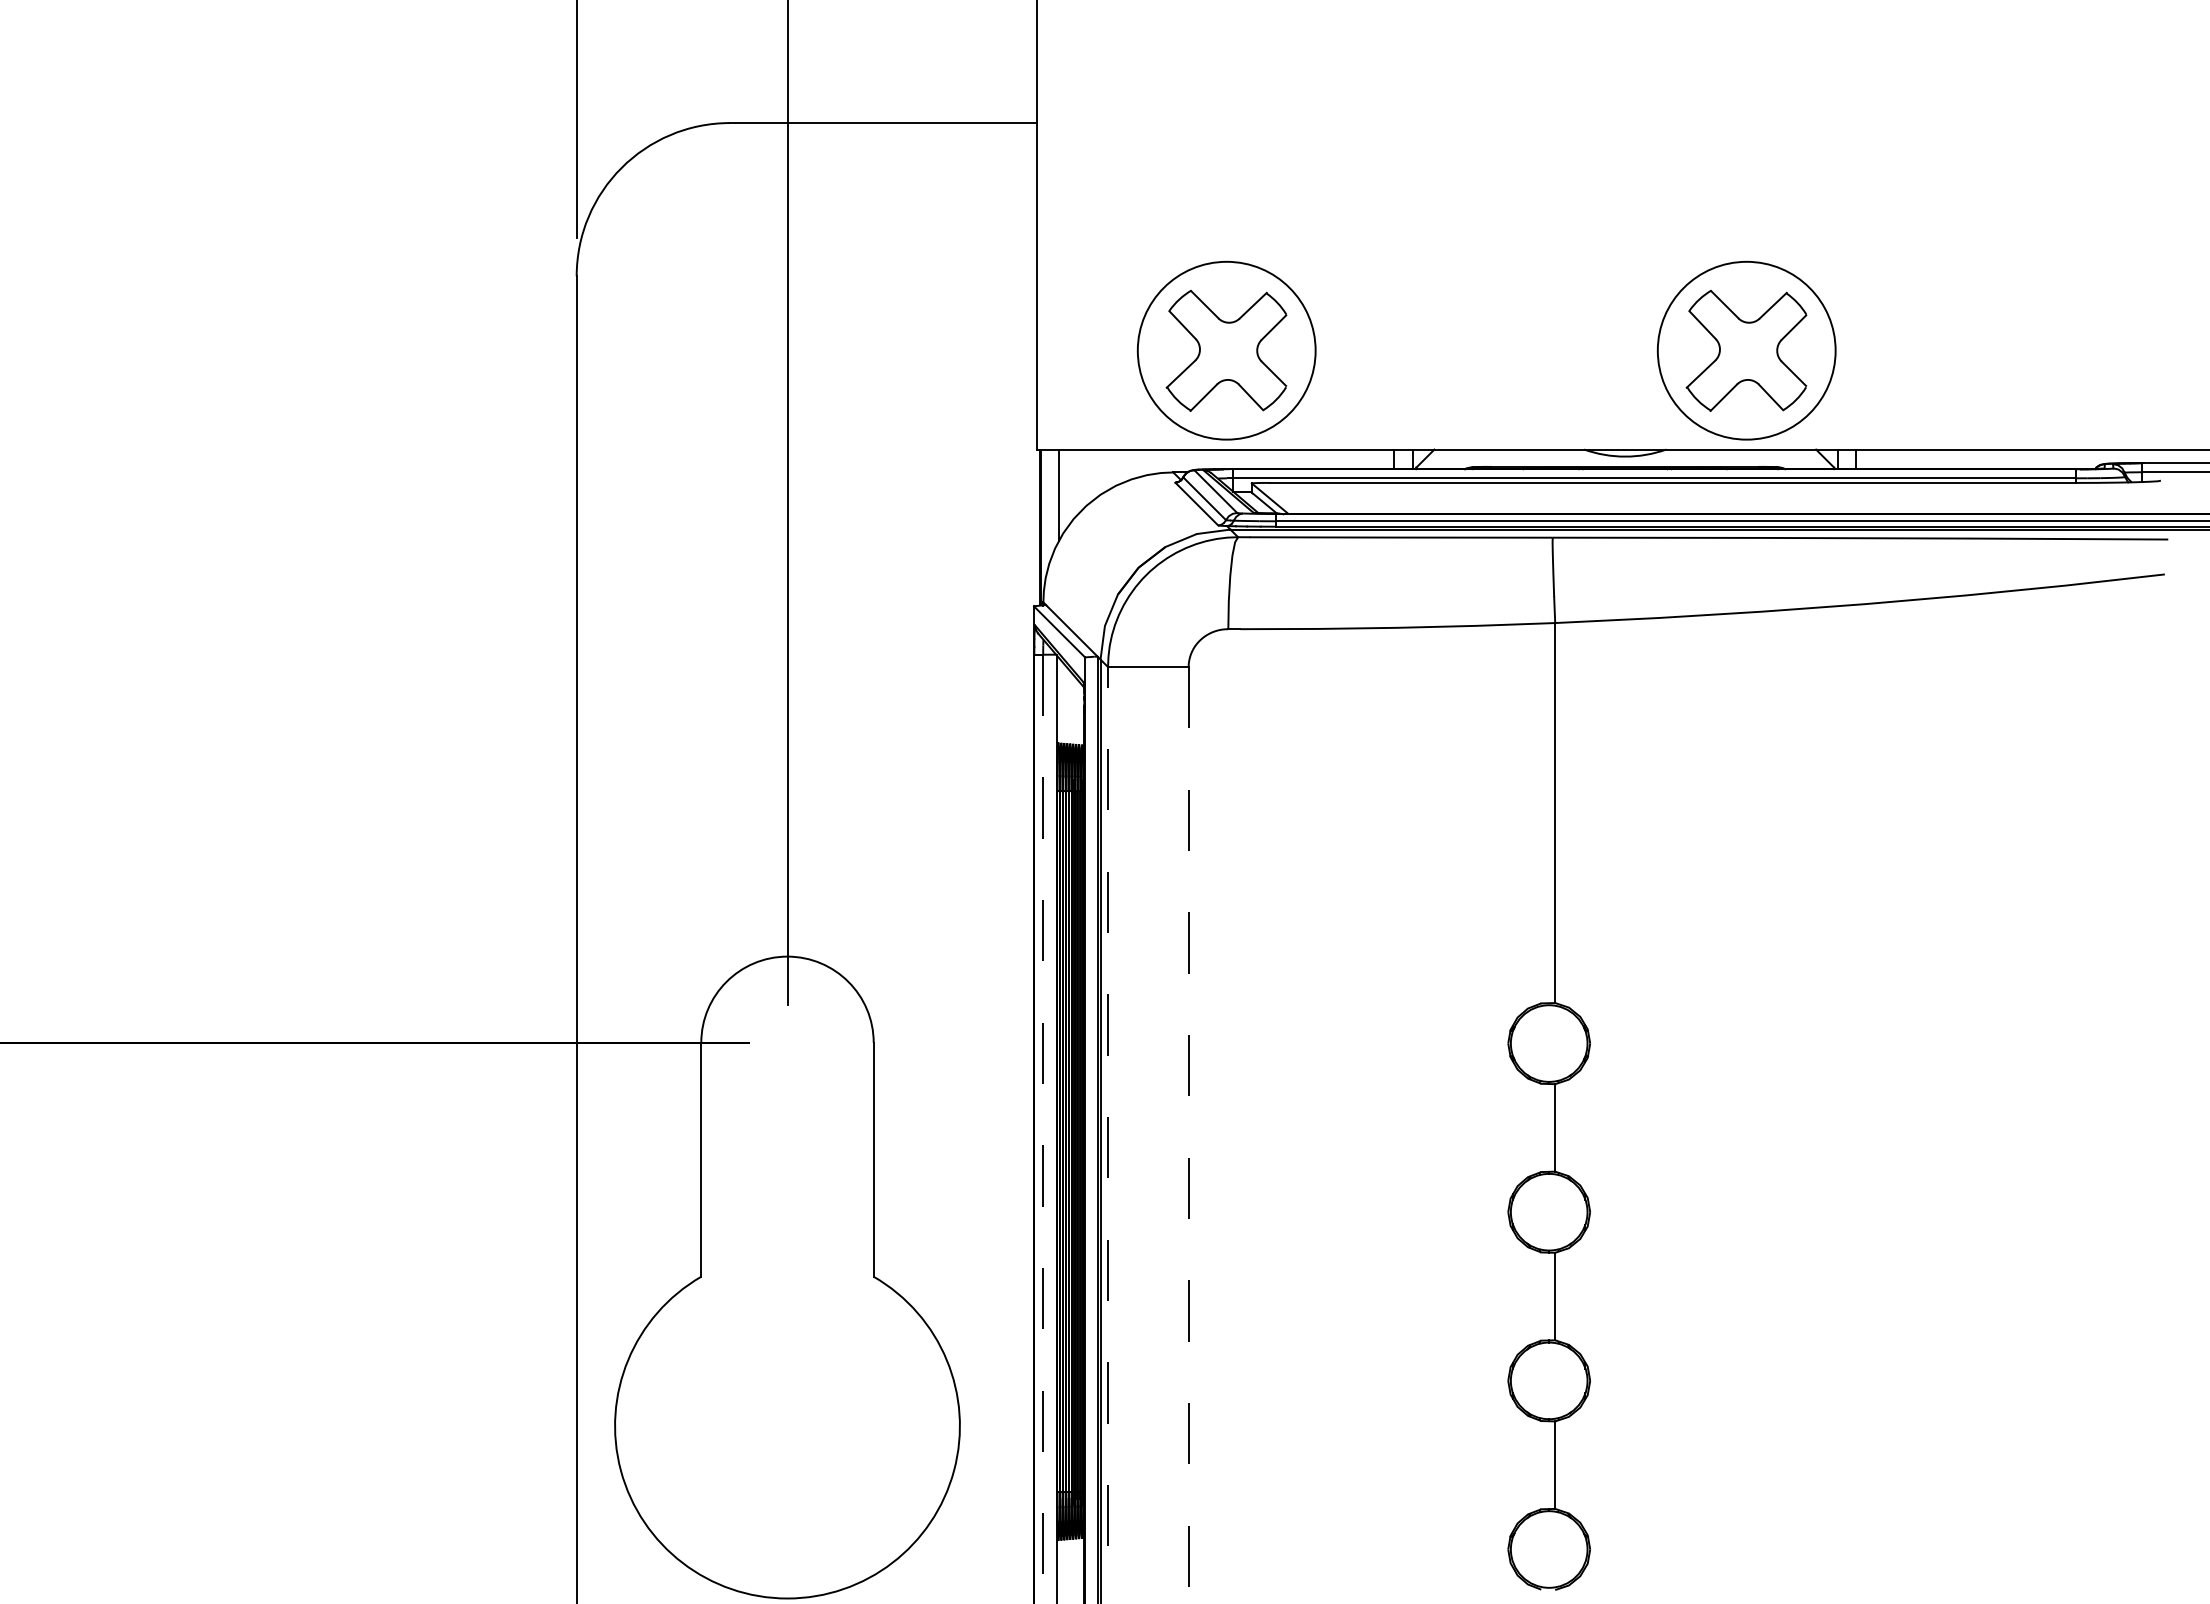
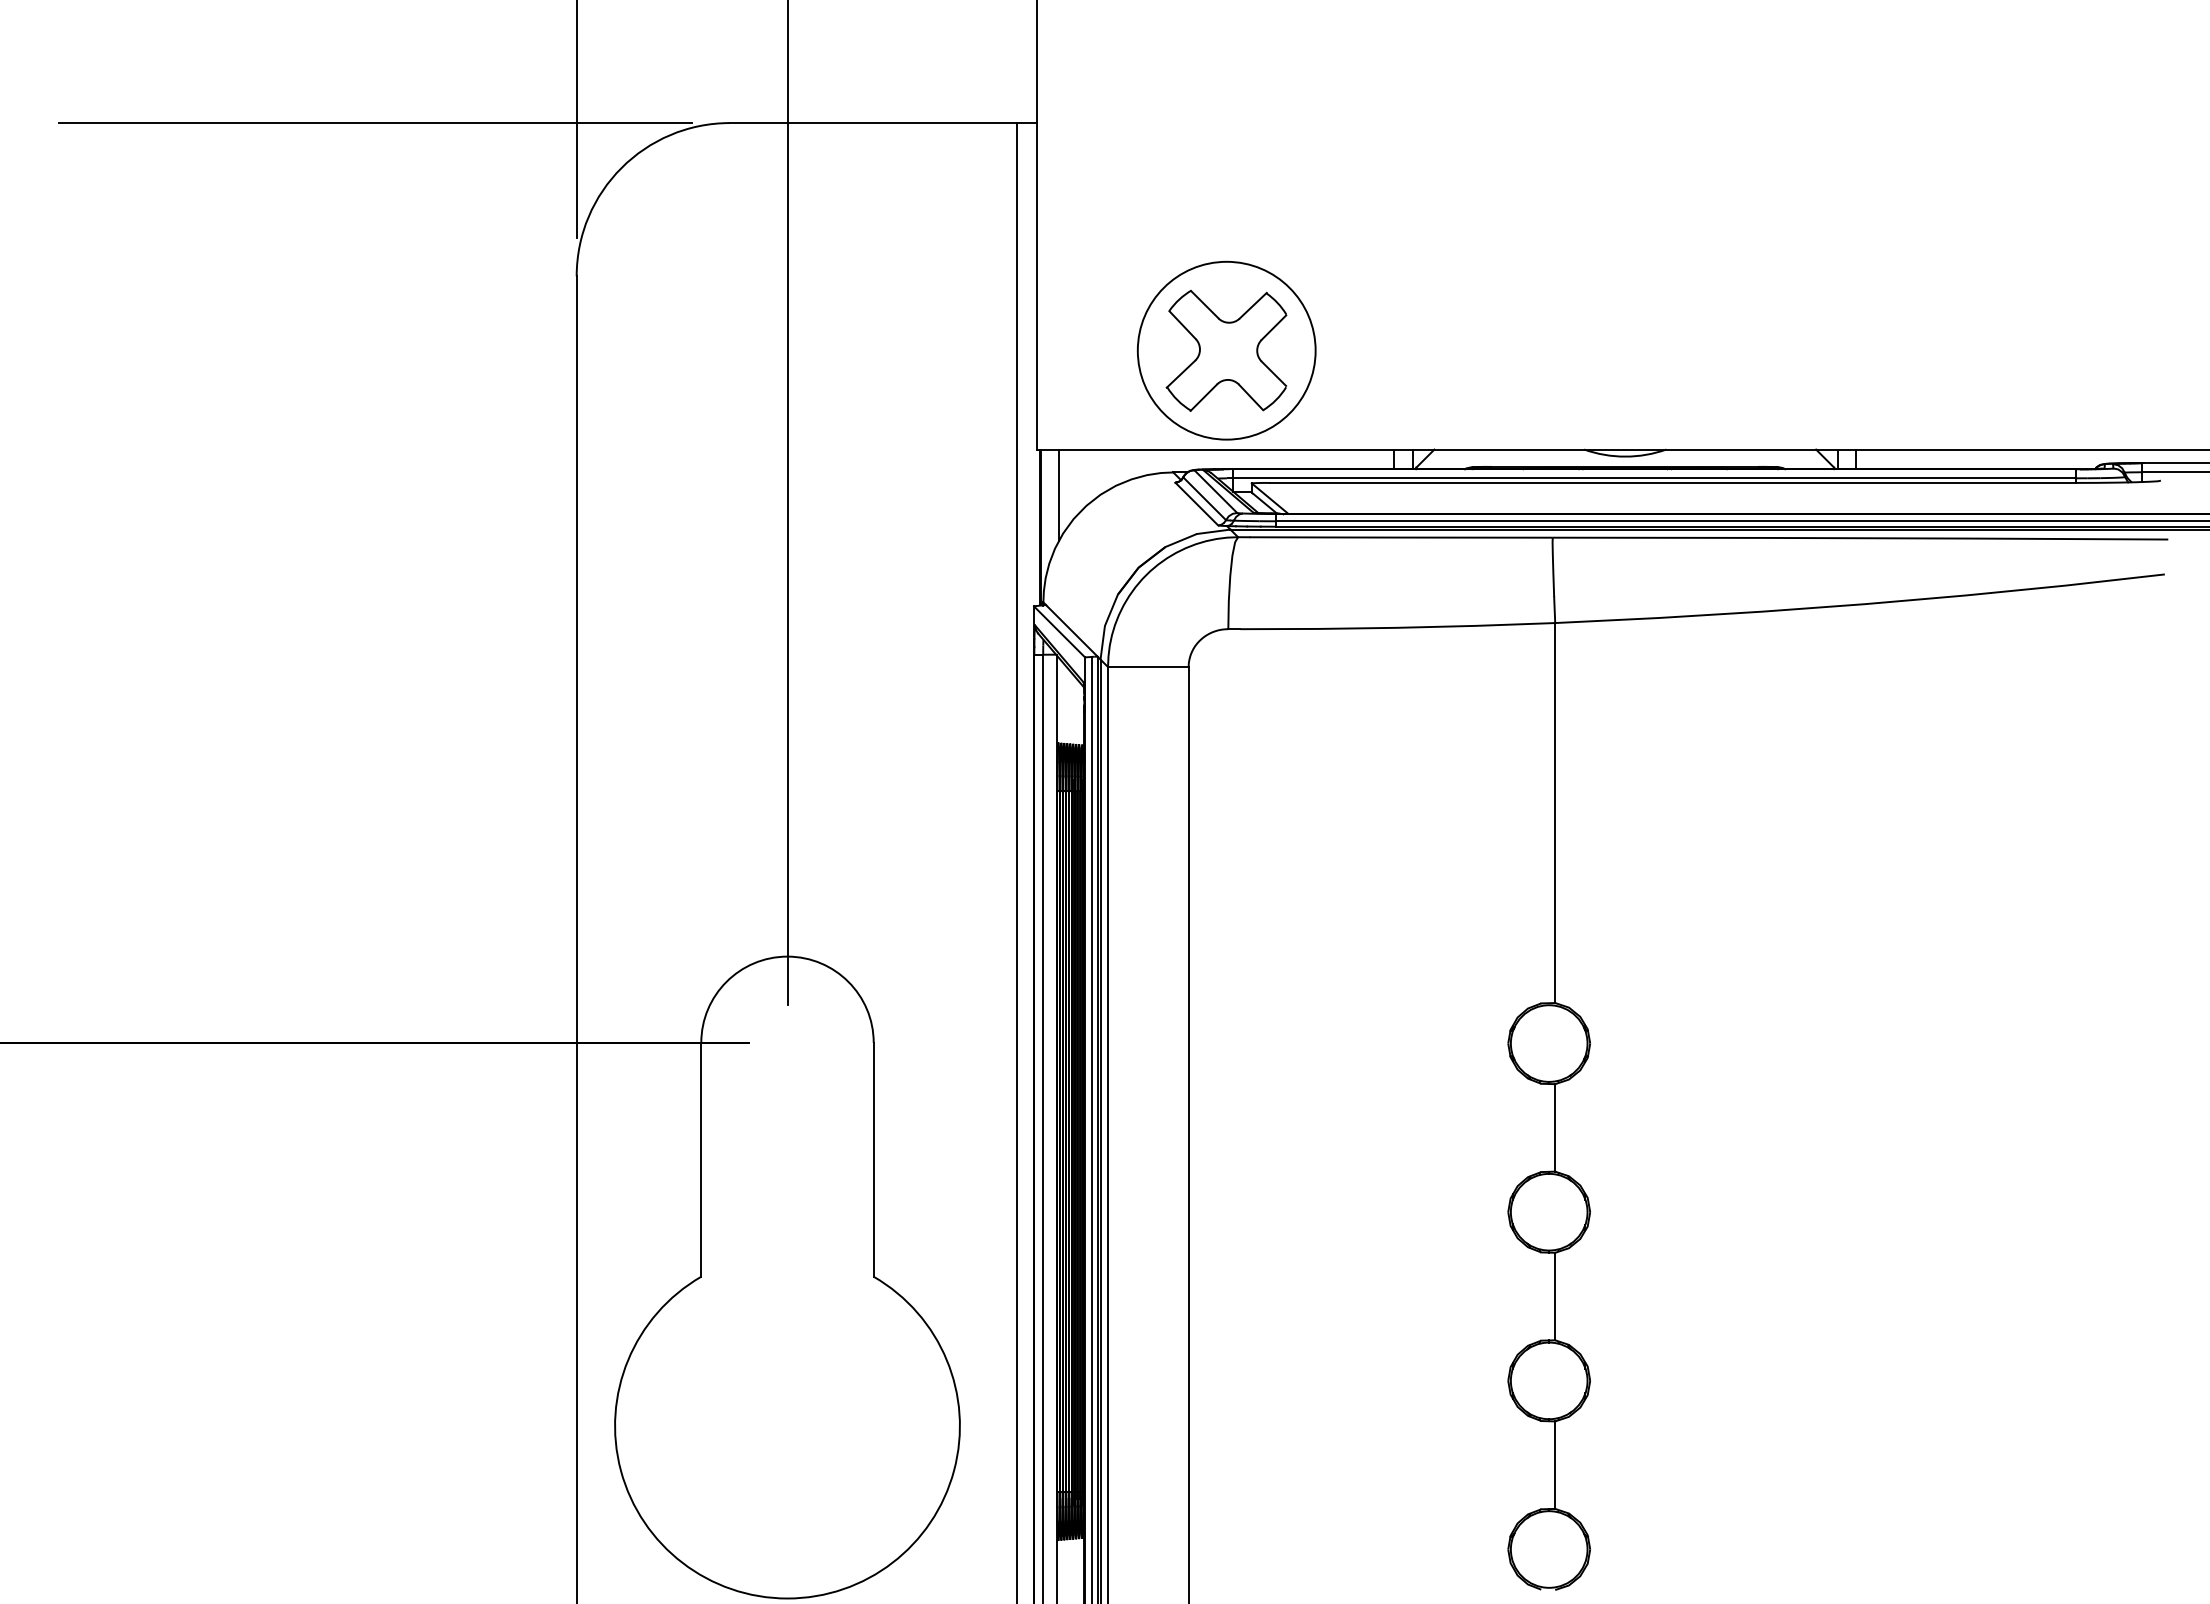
line at (375, 123): none -> present
part at (1746, 350): present -> none
line at (1017, 861): none -> present
line at (1091, 1128): none -> present
line at (1043, 1129): dashed -> solid
line at (1108, 1135): dashed -> solid
line at (1188, 1135): dashed -> solid
